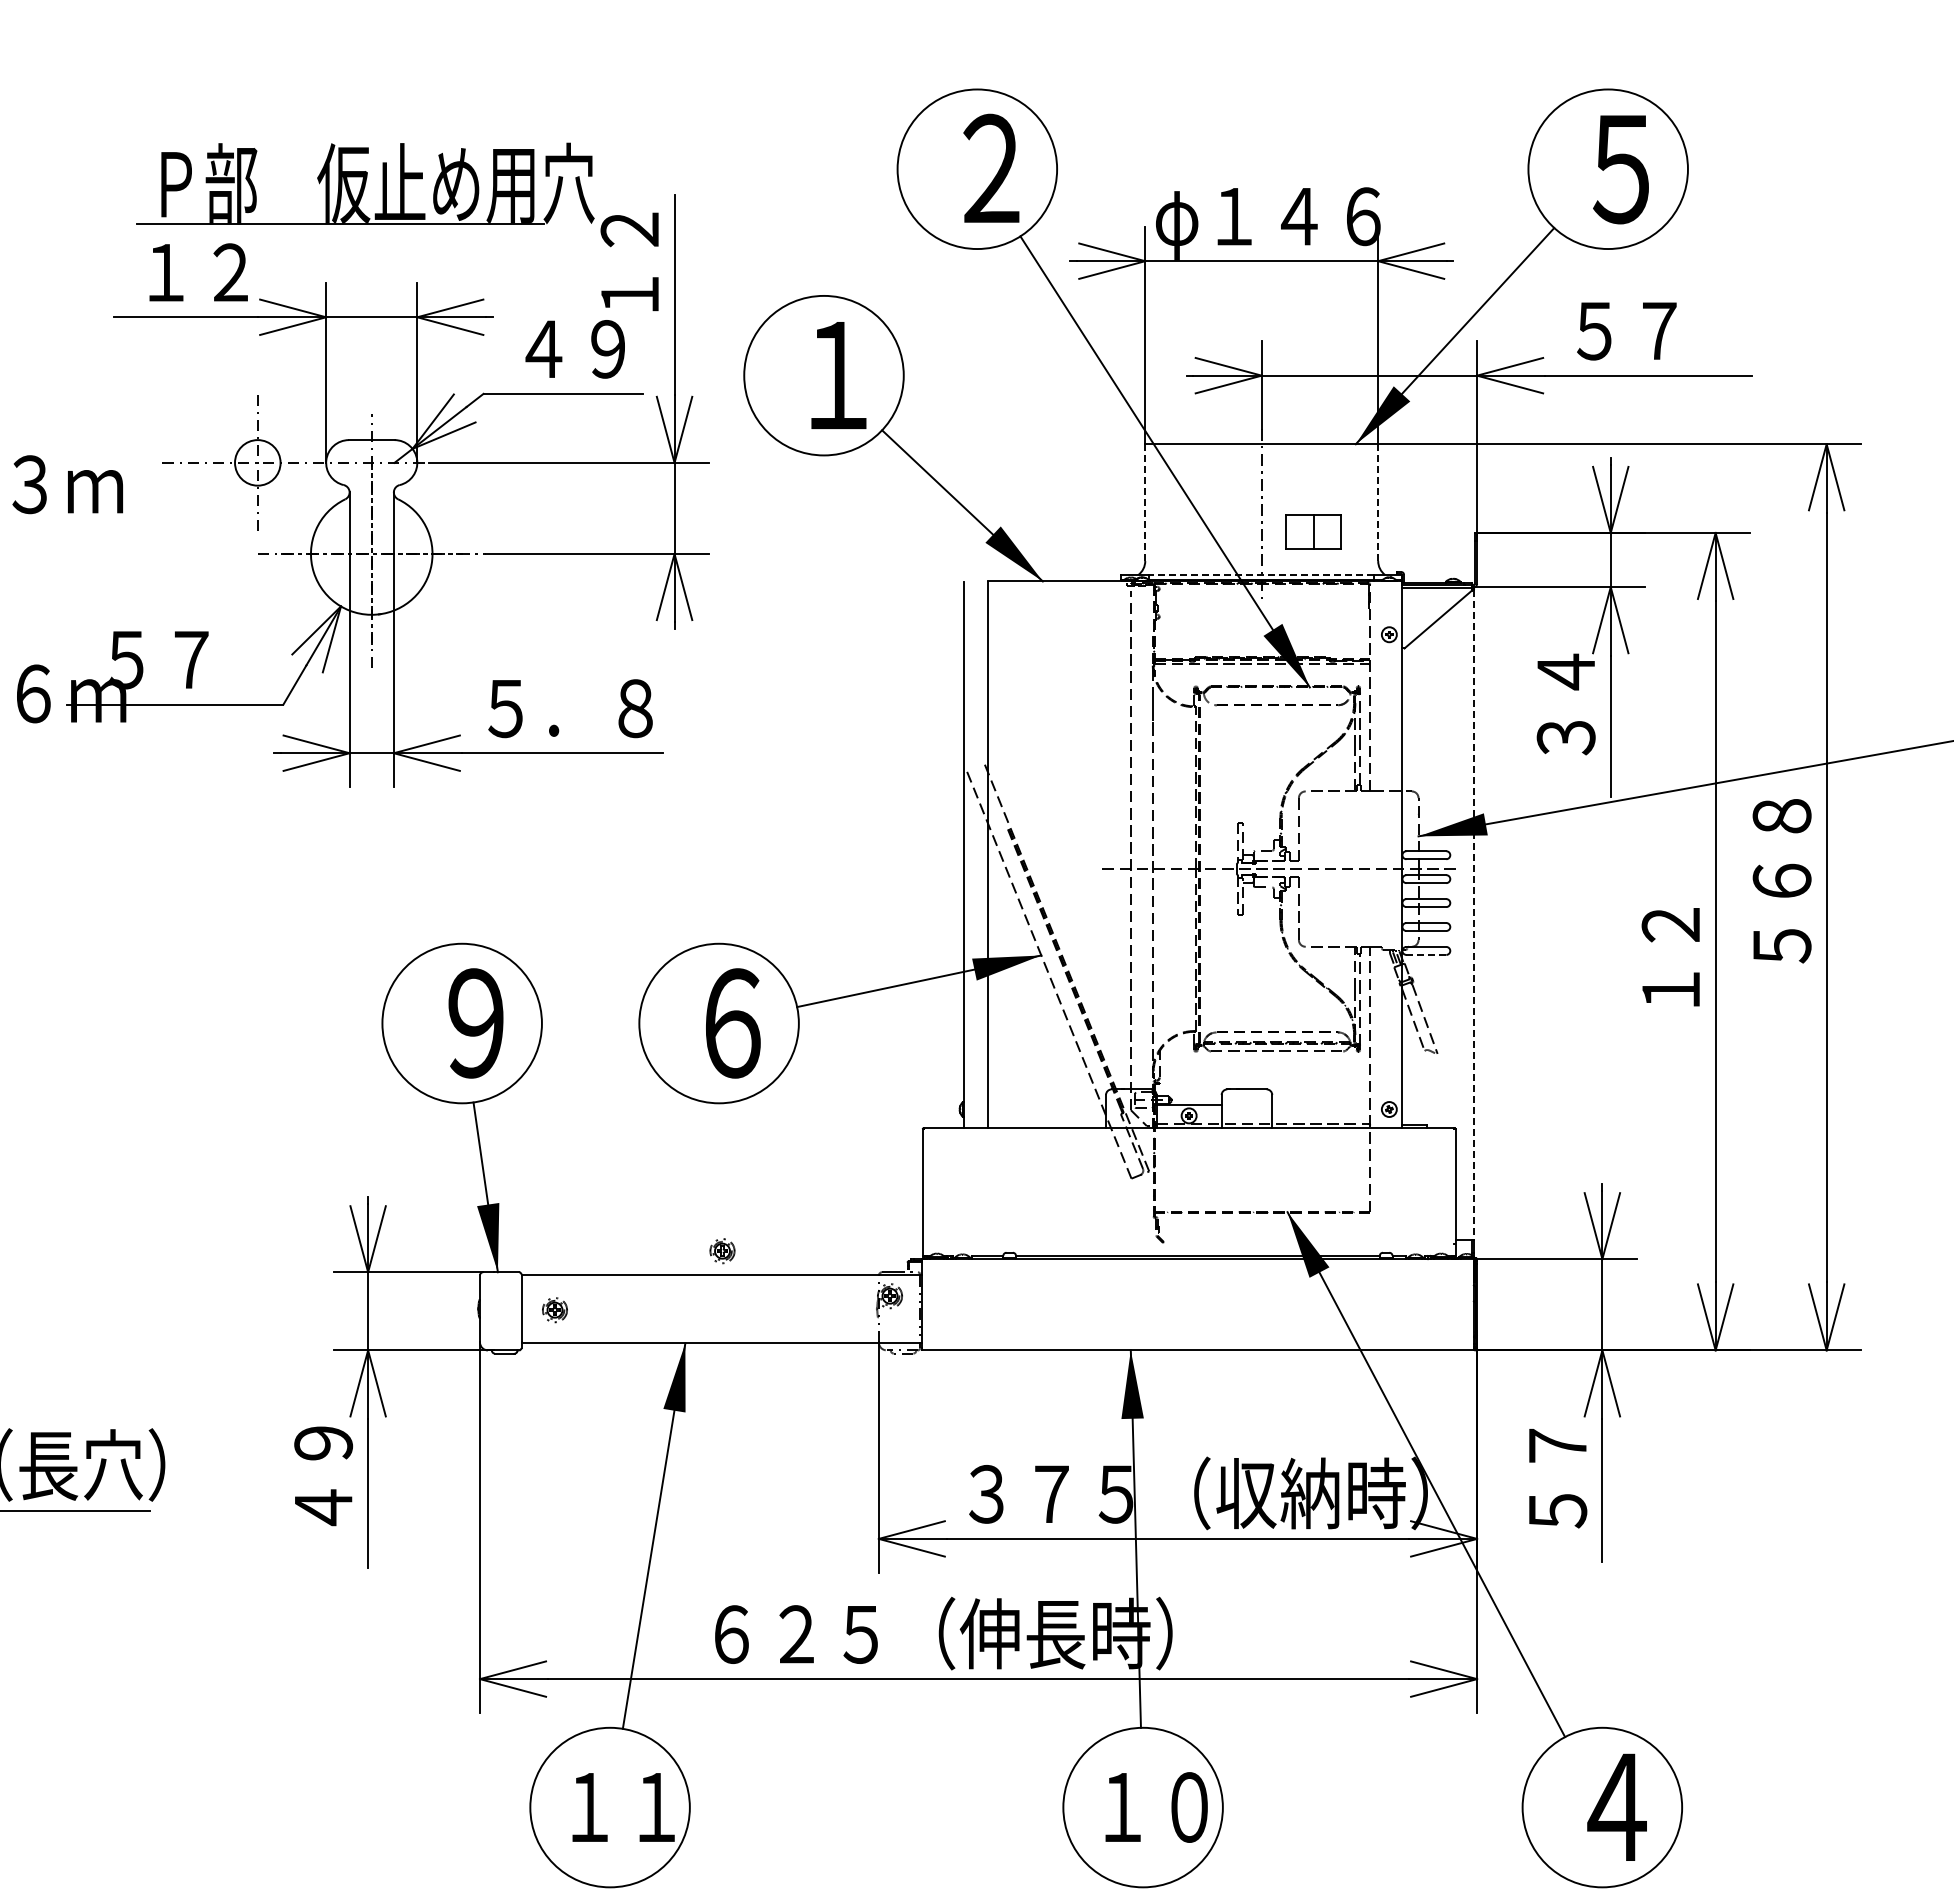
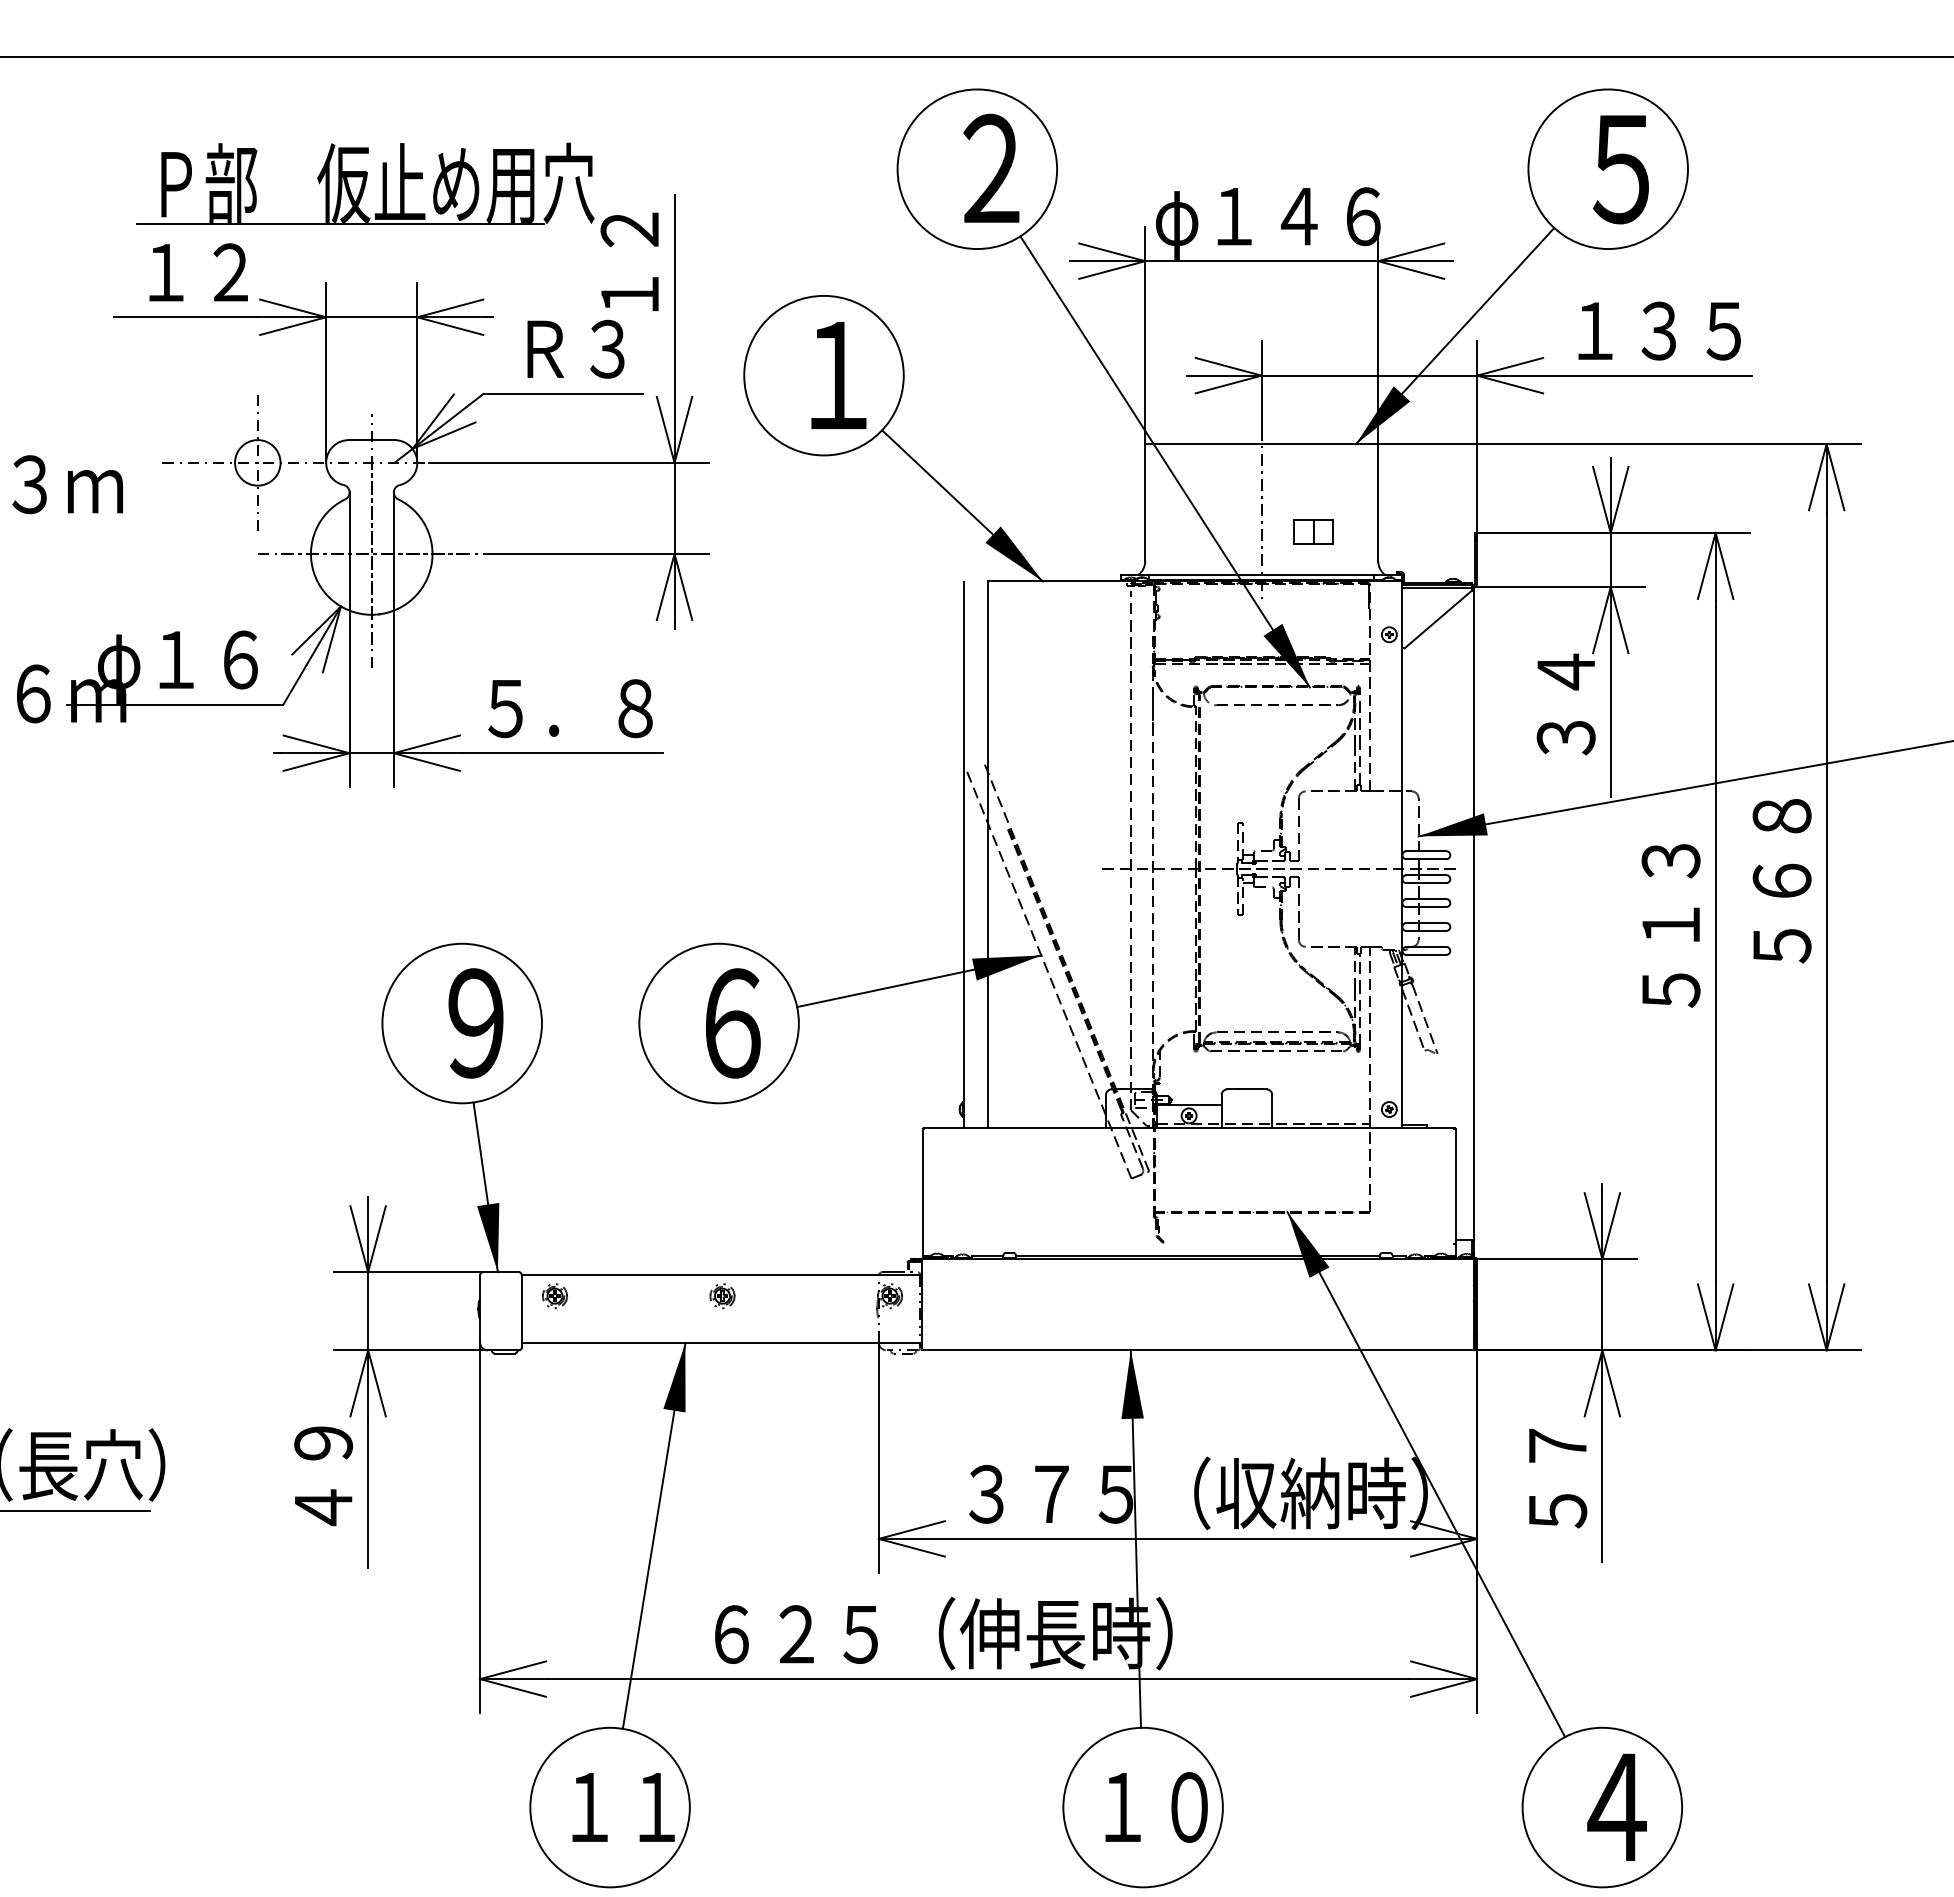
line at (976, 56): none -> present
text at (1658, 330): ５７ -> １３５
text at (574, 348): ４９ -> Ｒ３
line at (1378, 502): dashed -> solid
line at (1145, 503): dashed -> solid
part at (1313, 531) size: 57x36 px -> 41x26 px
line at (1261, 575): dashed -> solid
text at (177, 666): ５７ -> φ１６
line at (1474, 915): dashed -> solid
text at (1670, 925): １２ -> ５１３
line at (1426, 954): dashed -> solid
part at (722, 1251) position: (722, 1251) -> (722, 1296)
part at (554, 1310) position: (554, 1310) -> (554, 1296)
